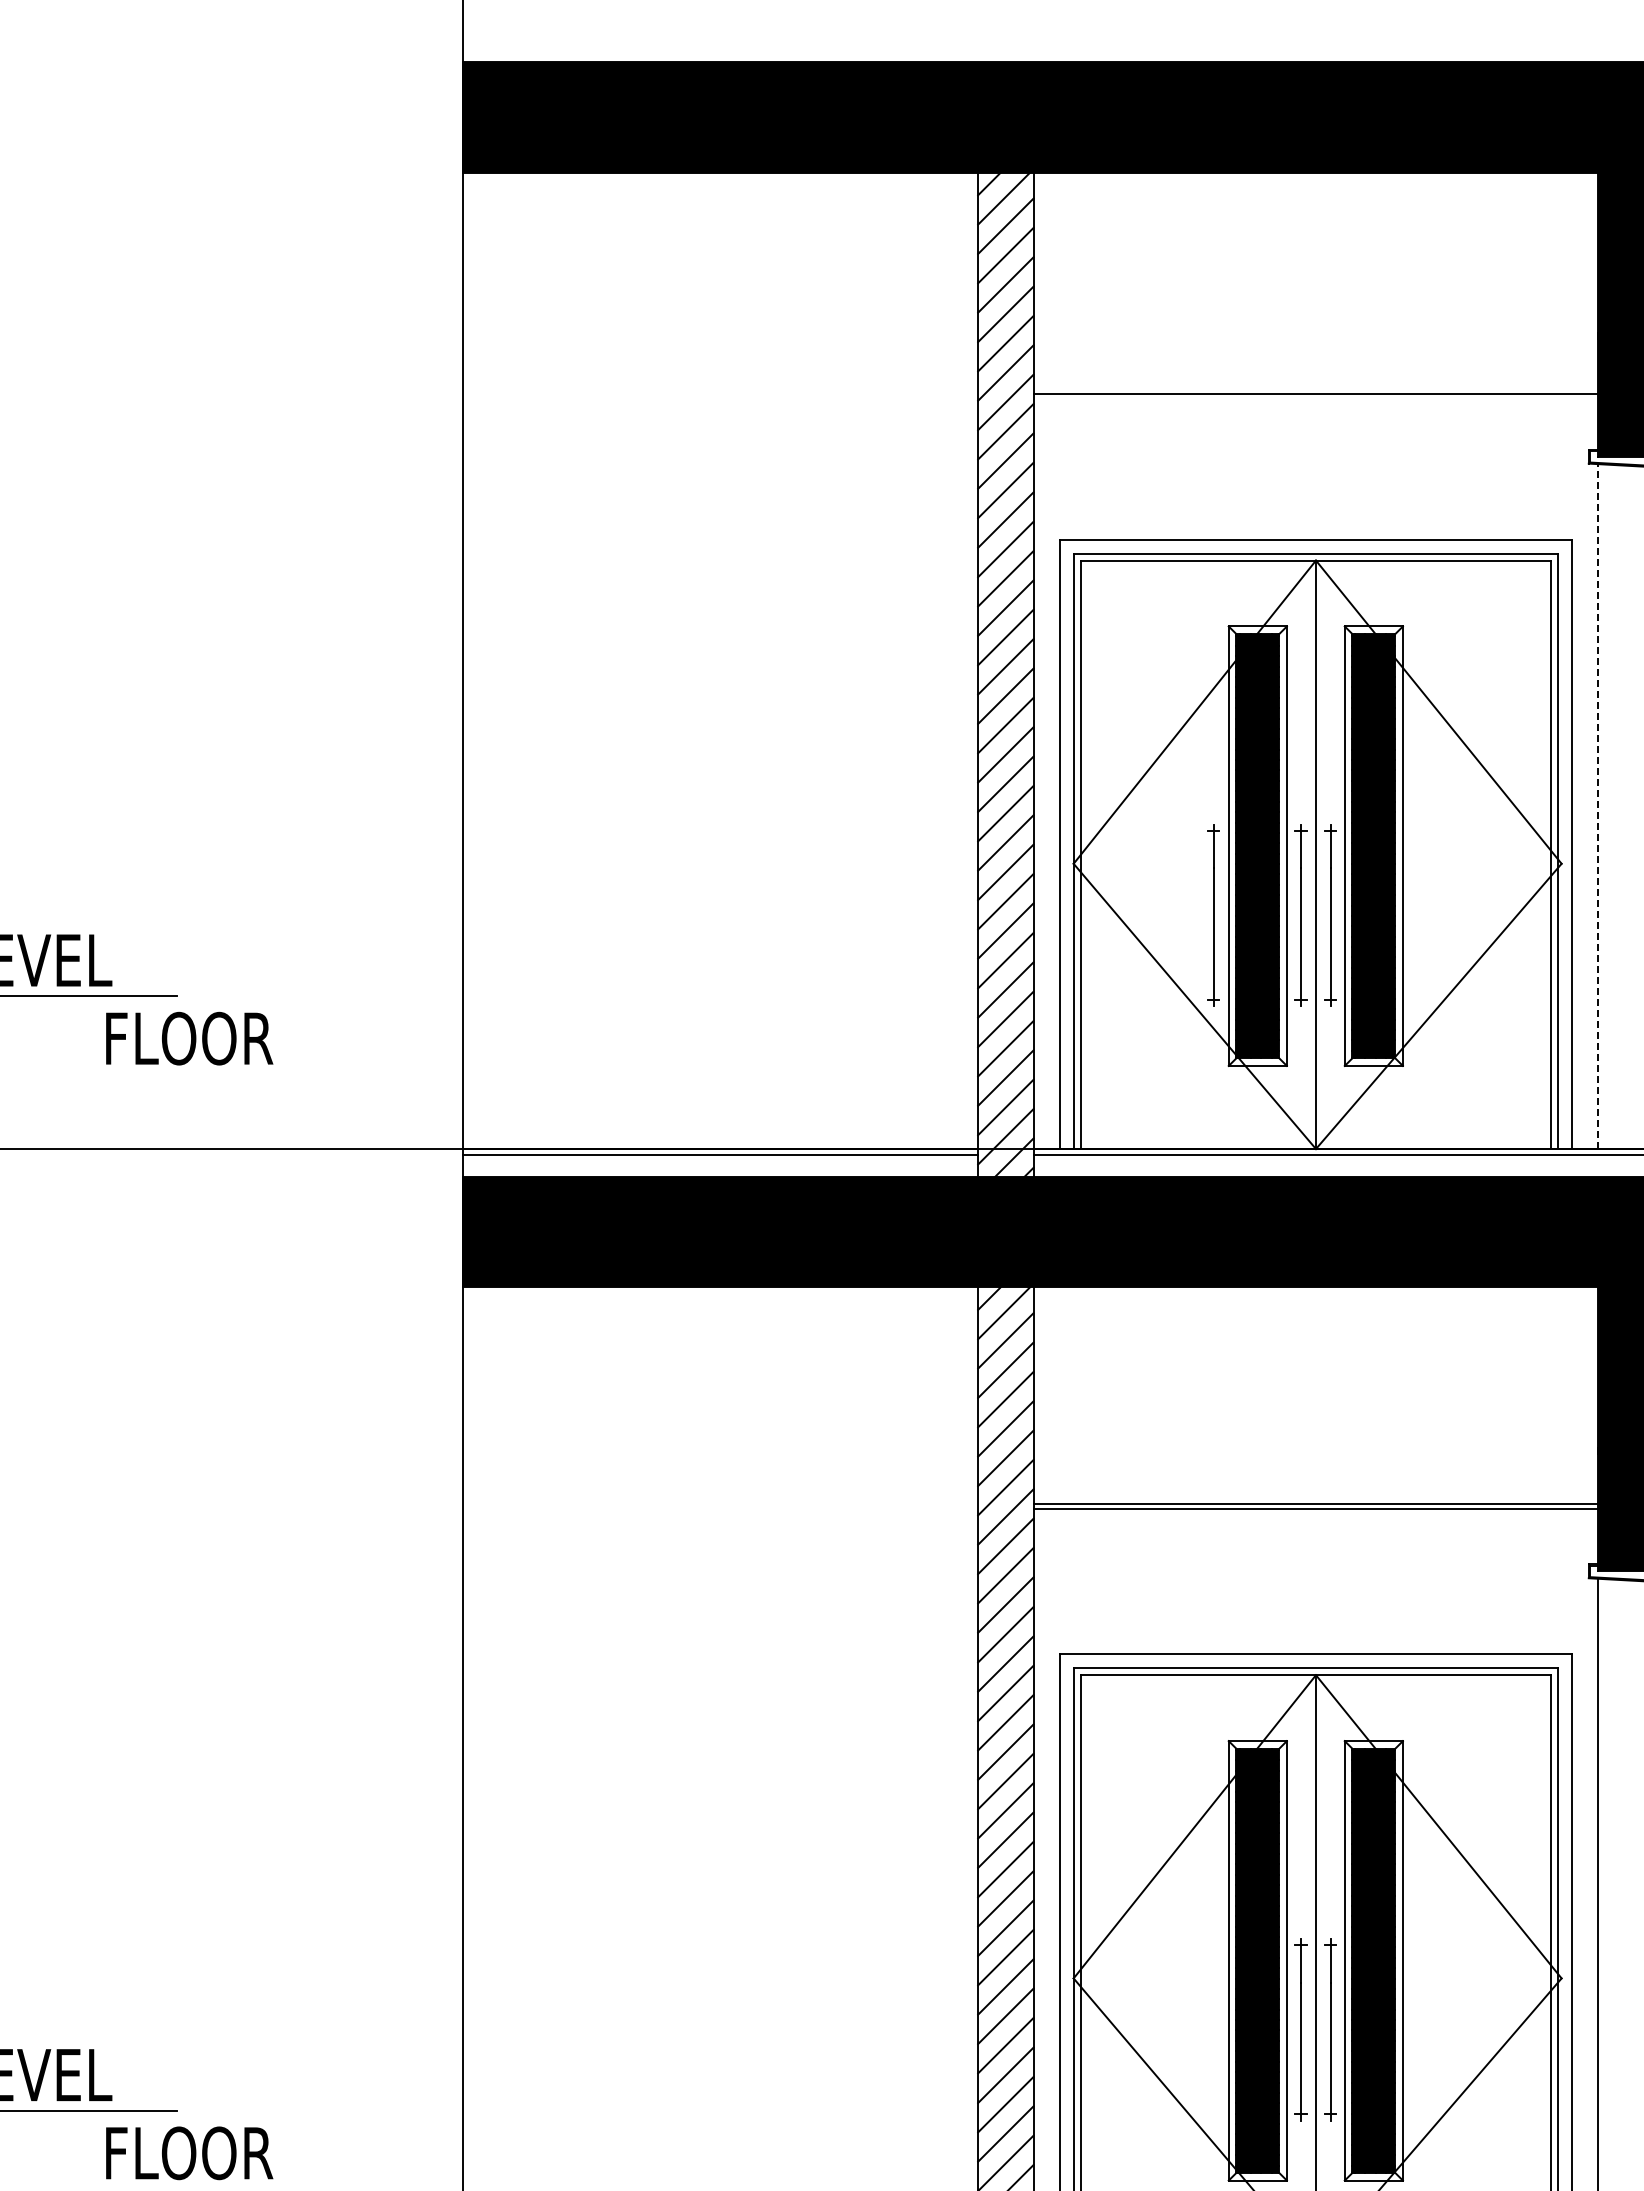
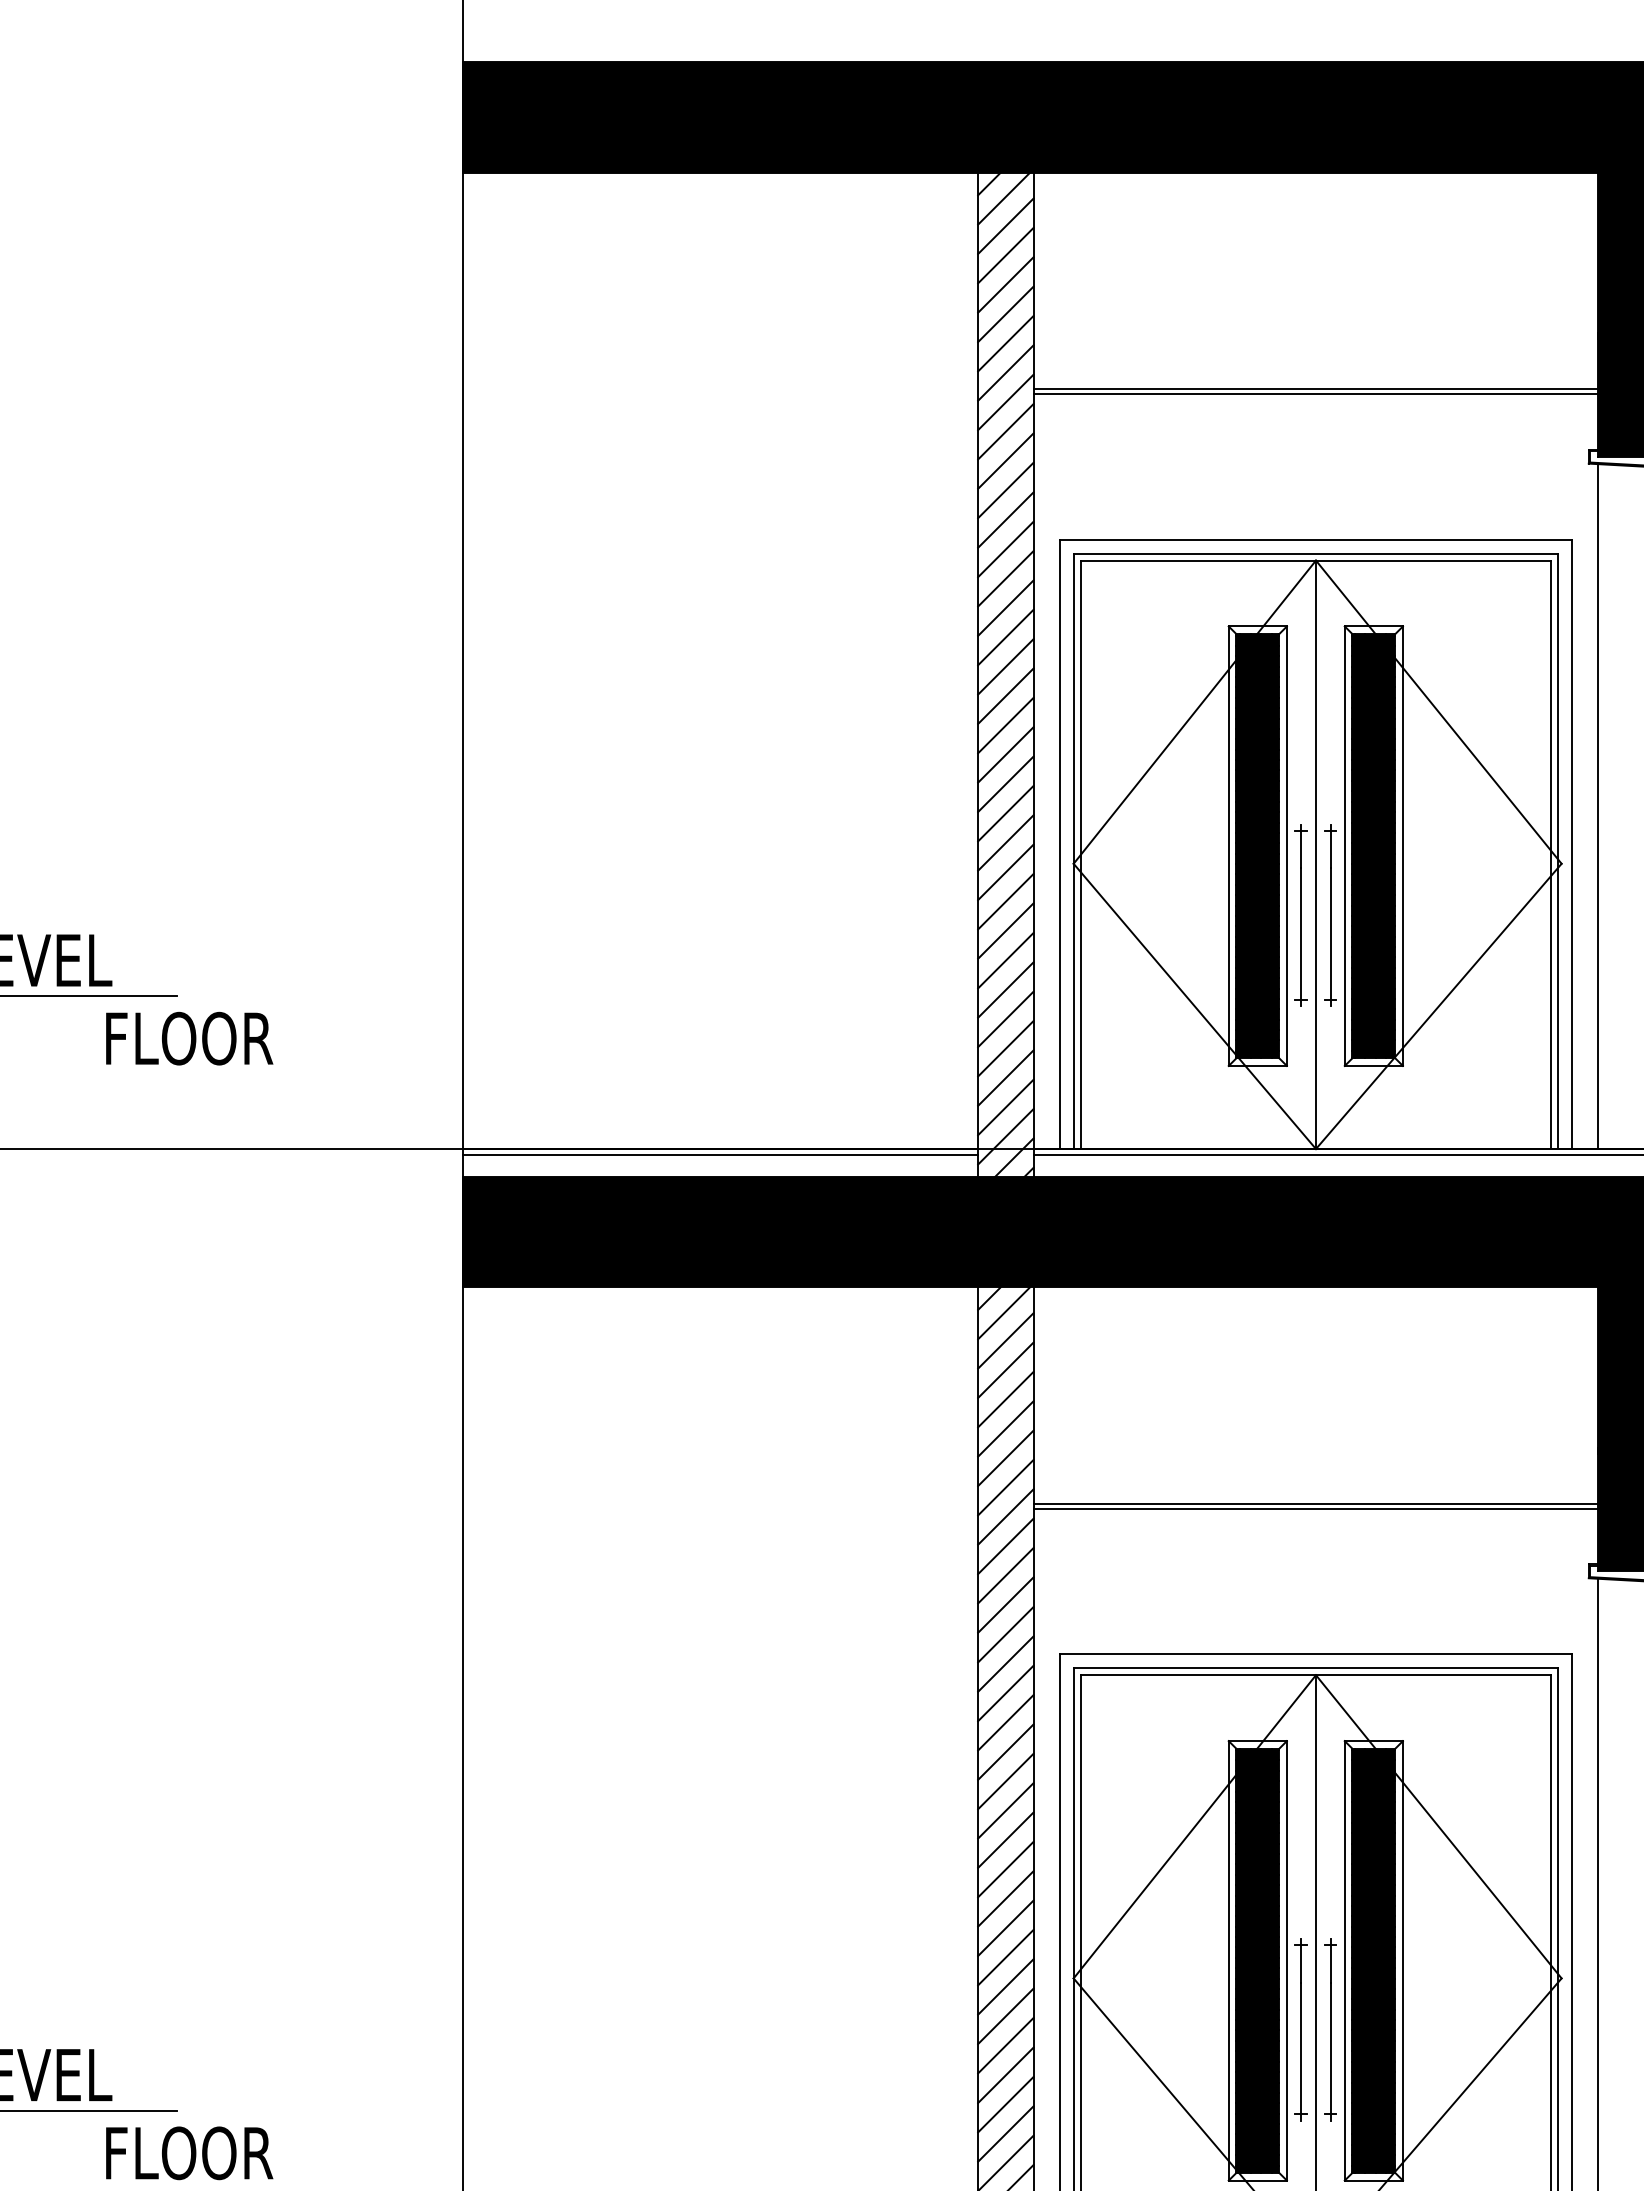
line at (1315, 388): none -> present
line at (1598, 806): dashed -> solid
part at (1213, 915): present -> none
